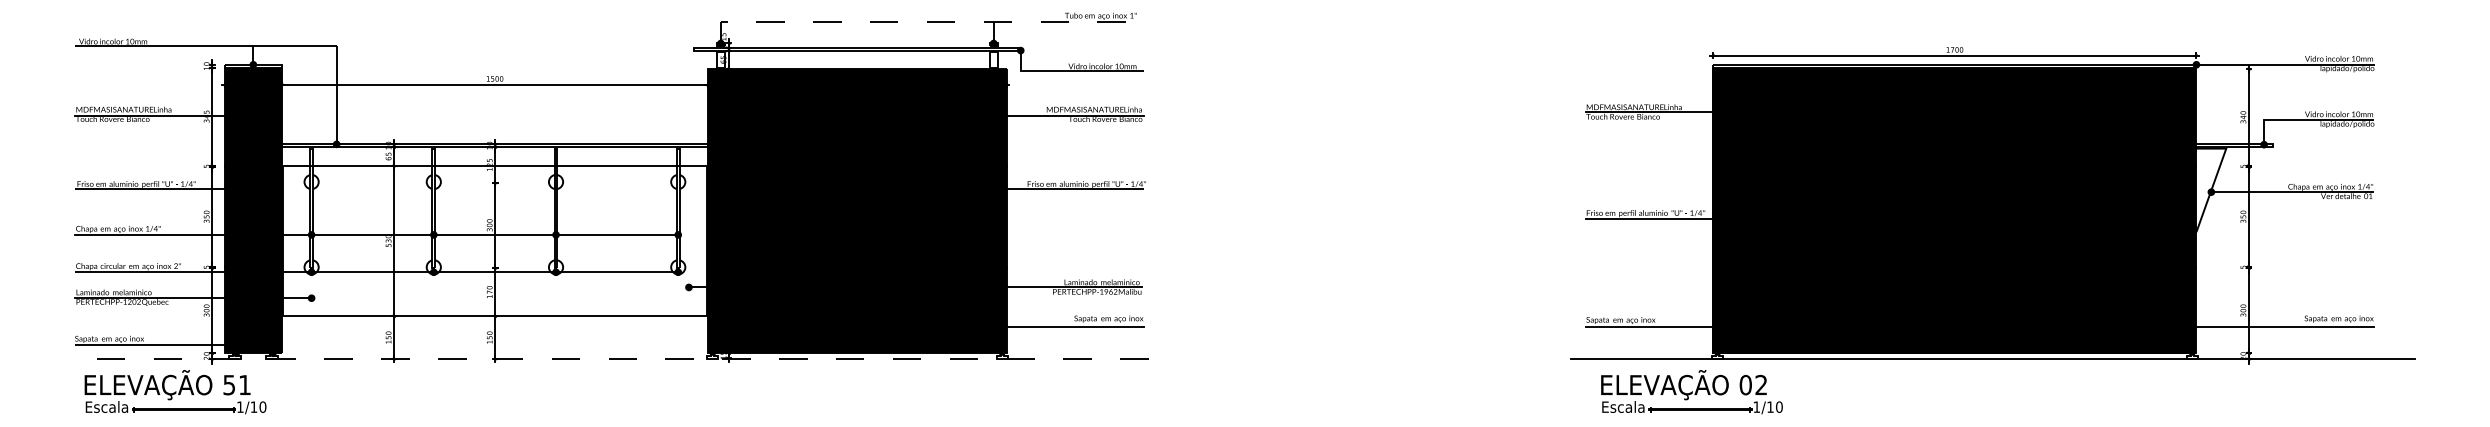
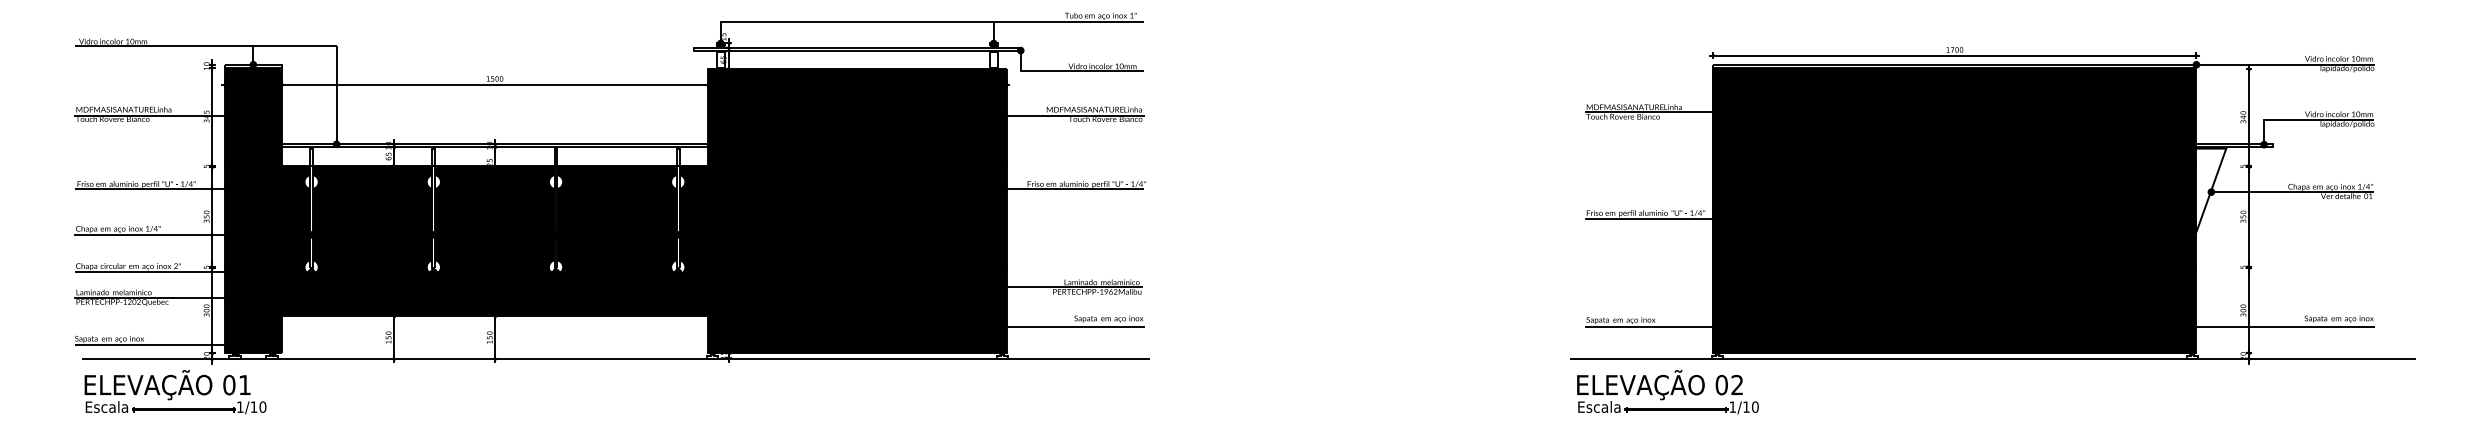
line at (920, 22): dashed -> solid
fill at (494, 240): none -> present
line at (615, 358): dashed -> solid
text at (229, 384): 51 -> 01
part at (1691, 392) position: (1691, 392) -> (1667, 392)
